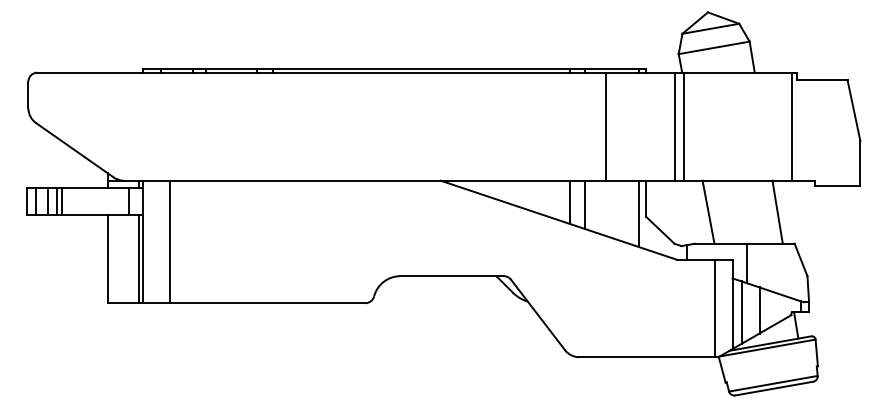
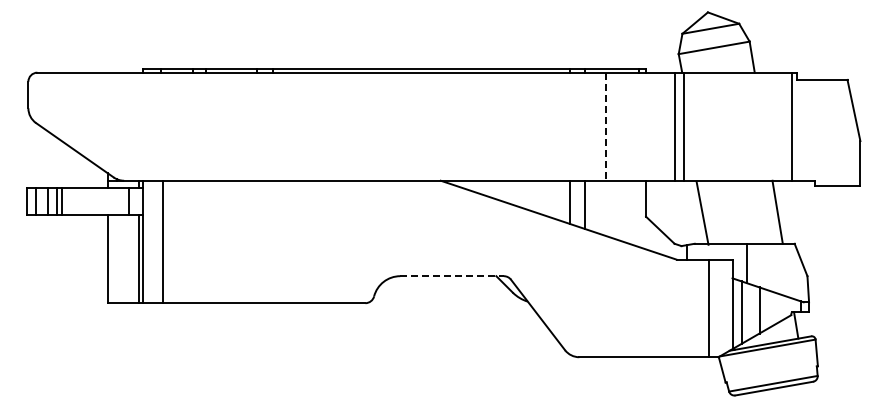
line at (606, 127): solid -> dashed
line at (708, 211) position: (708, 211) -> (702, 212)
line at (639, 213): present -> none
line at (169, 241) position: (169, 241) -> (162, 241)
line at (452, 276): solid -> dashed
line at (714, 308) position: (714, 308) -> (708, 308)
